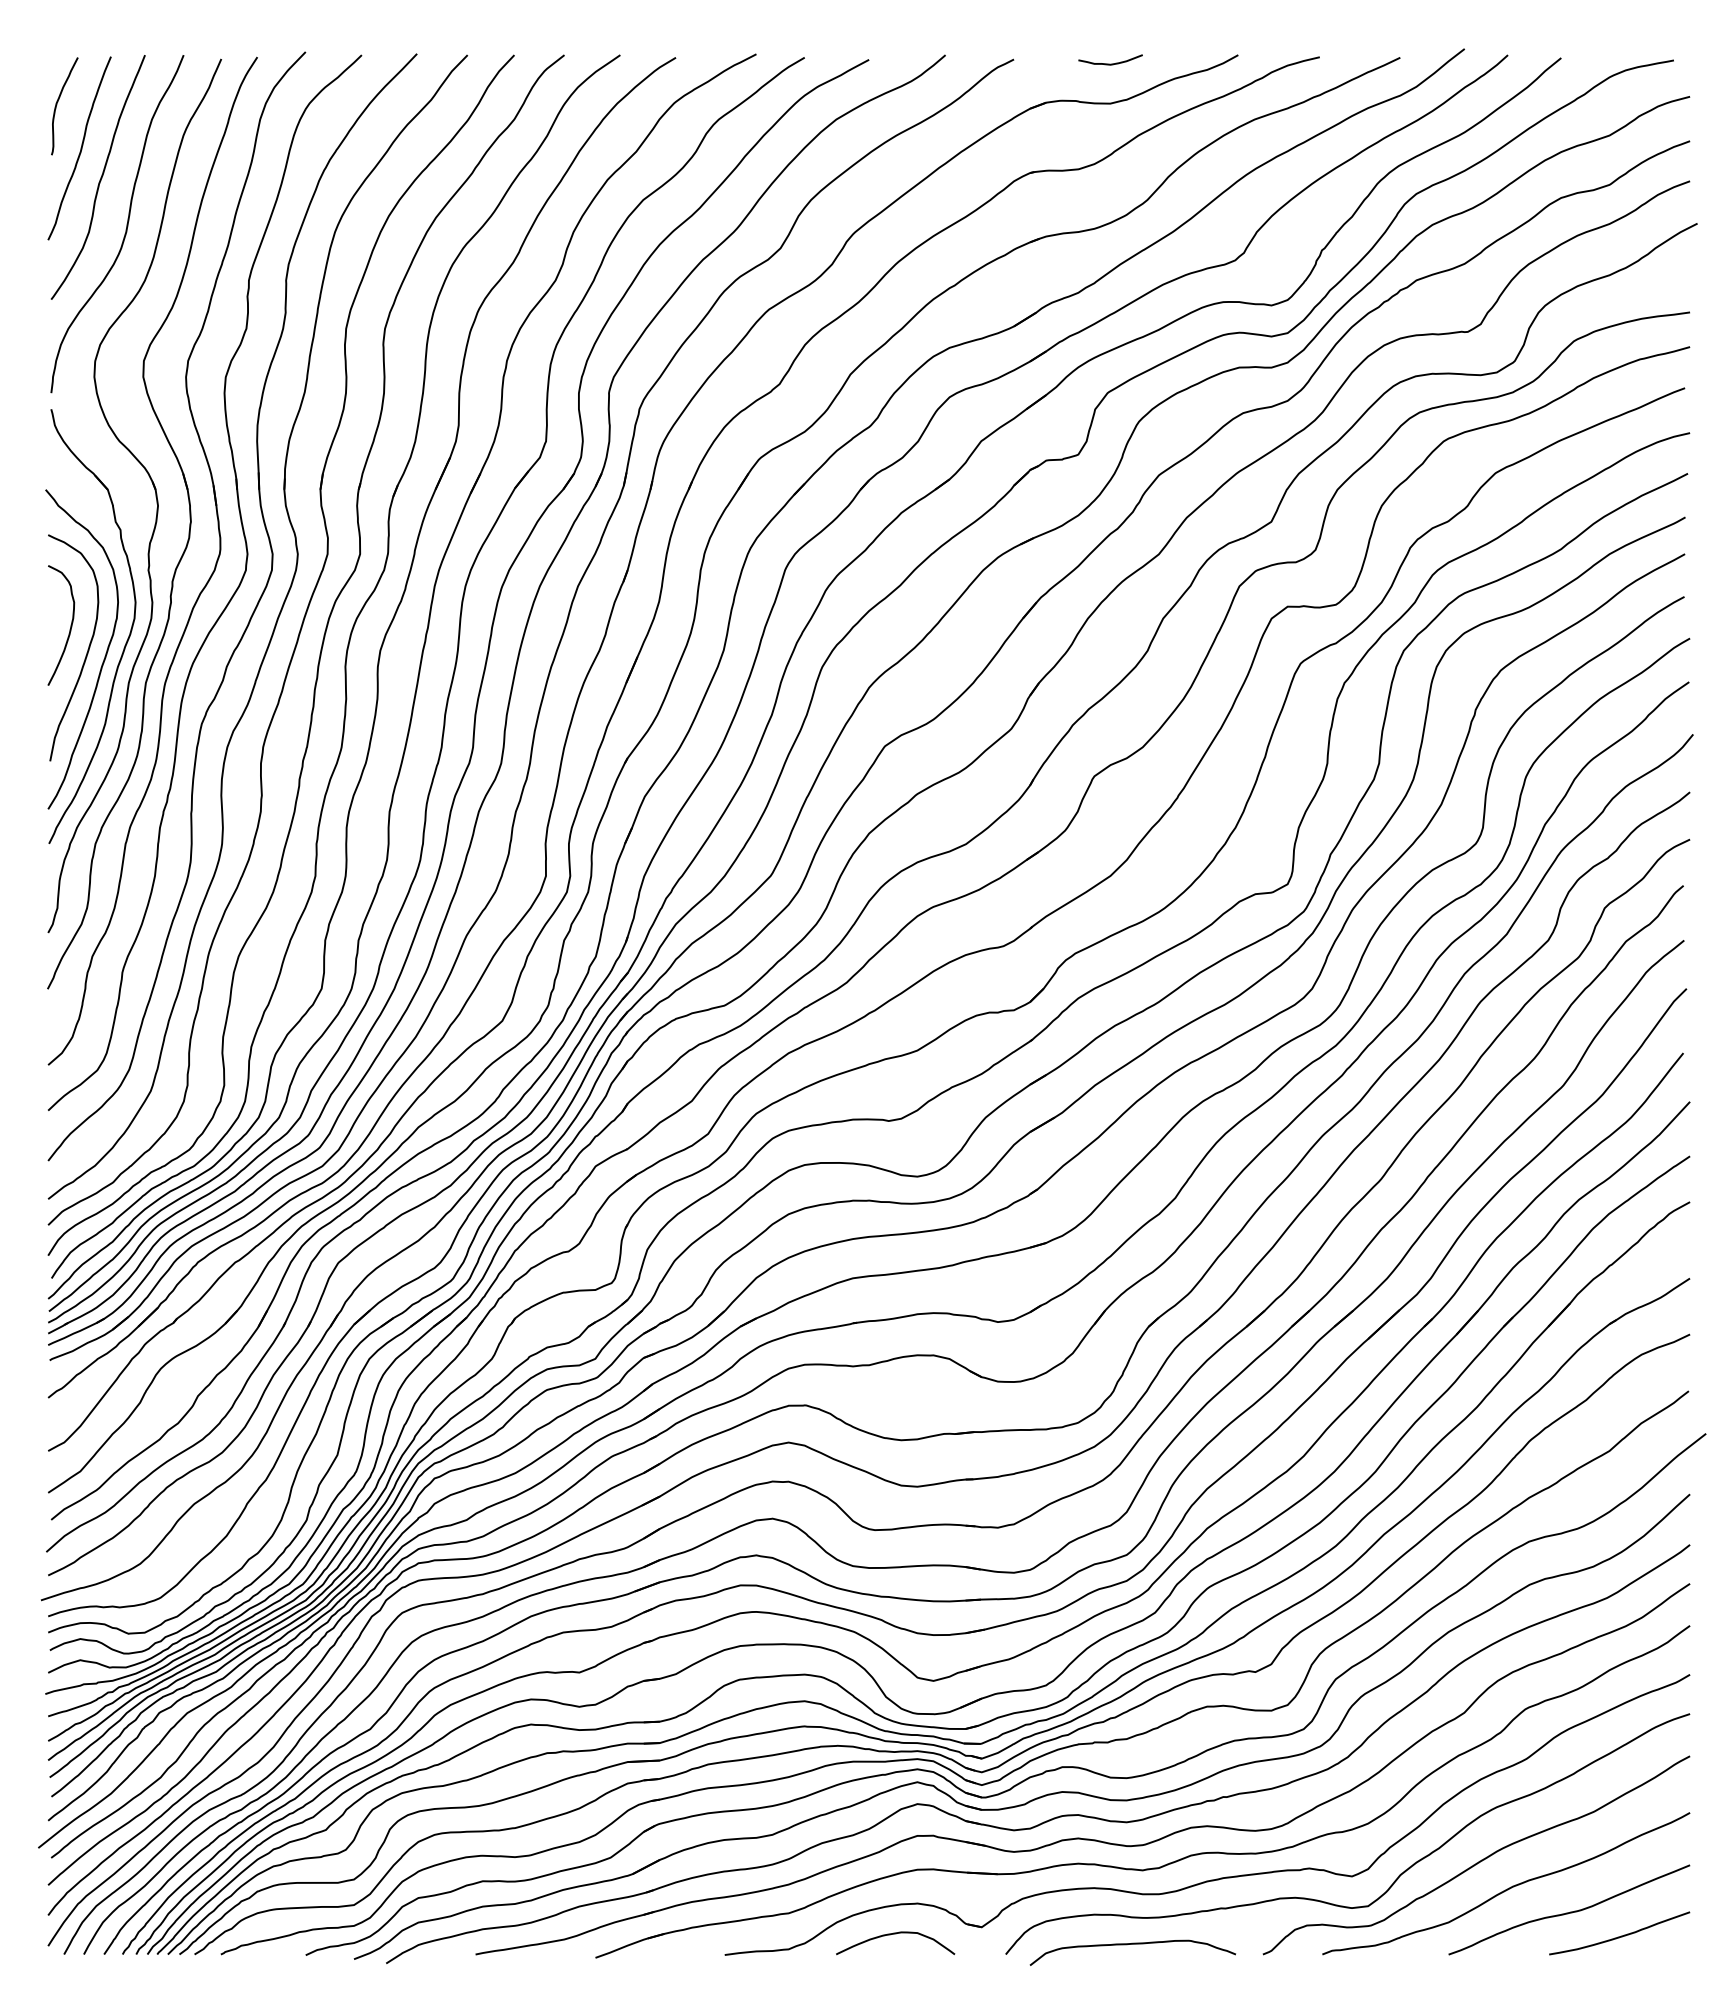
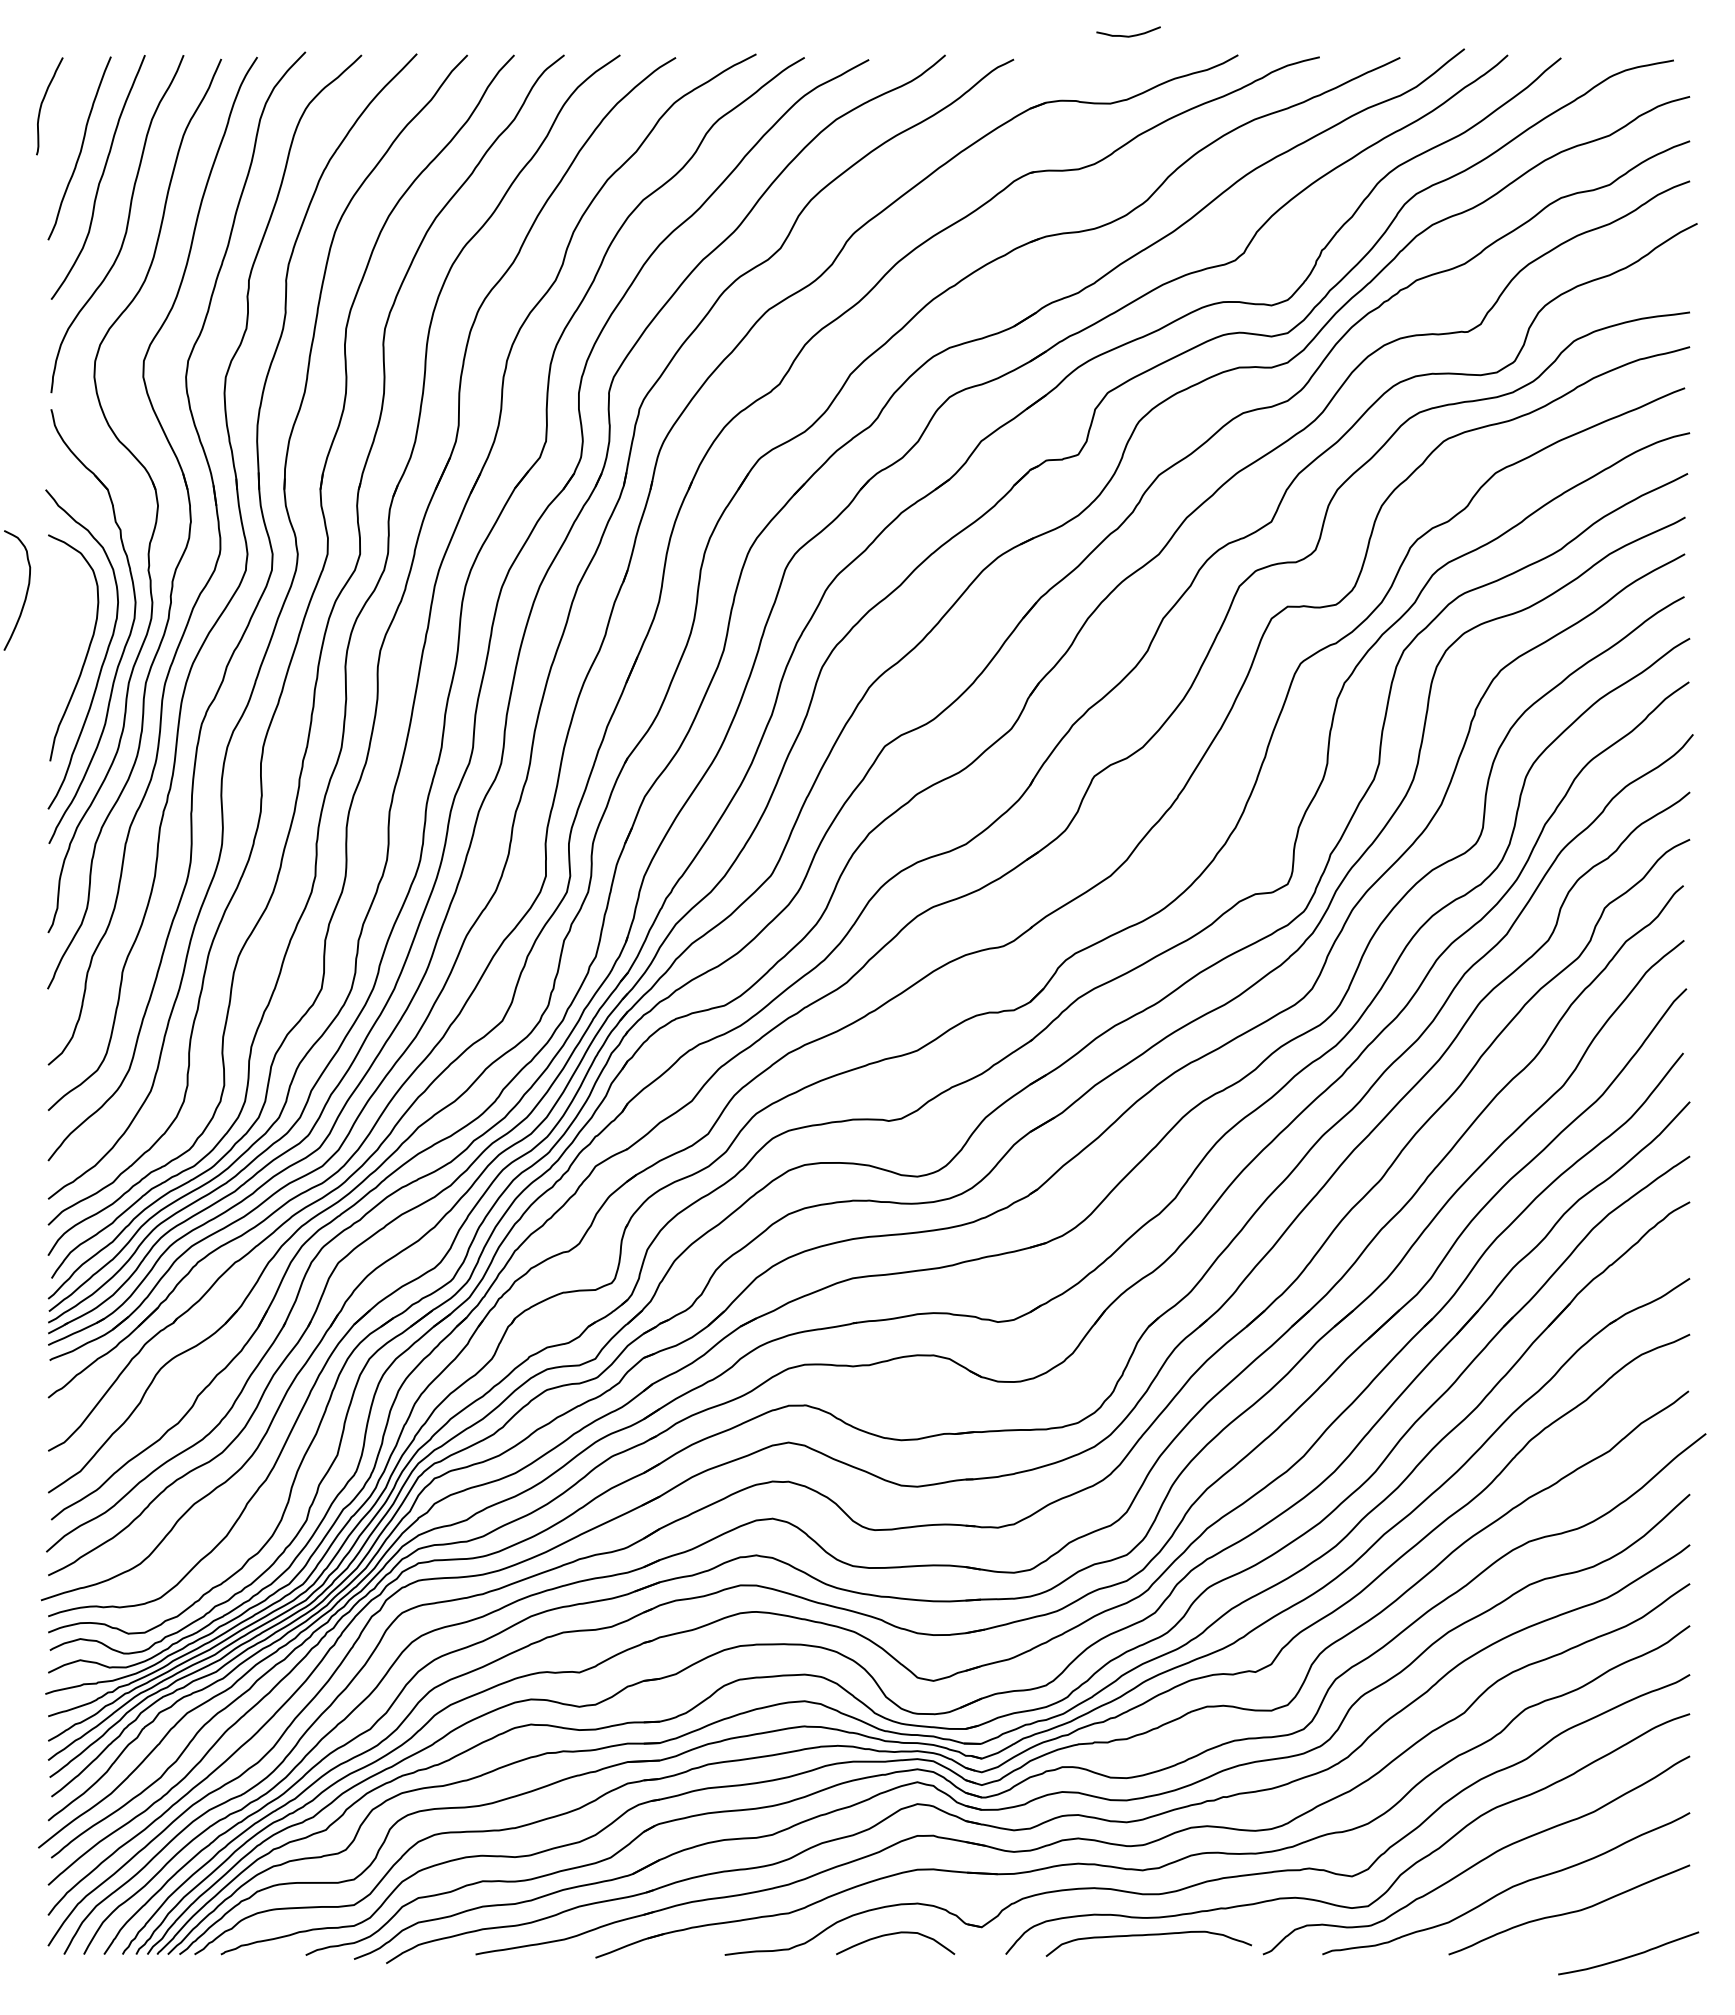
curve at (1110, 63) position: (1110, 63) -> (1128, 35)
curve at (57, 105) position: (57, 105) -> (42, 105)
curve at (69, 629) position: (69, 629) -> (25, 594)
curve at (1621, 1935) position: (1621, 1935) -> (1630, 1955)
curve at (1132, 1944) position: (1132, 1944) -> (1148, 1935)
